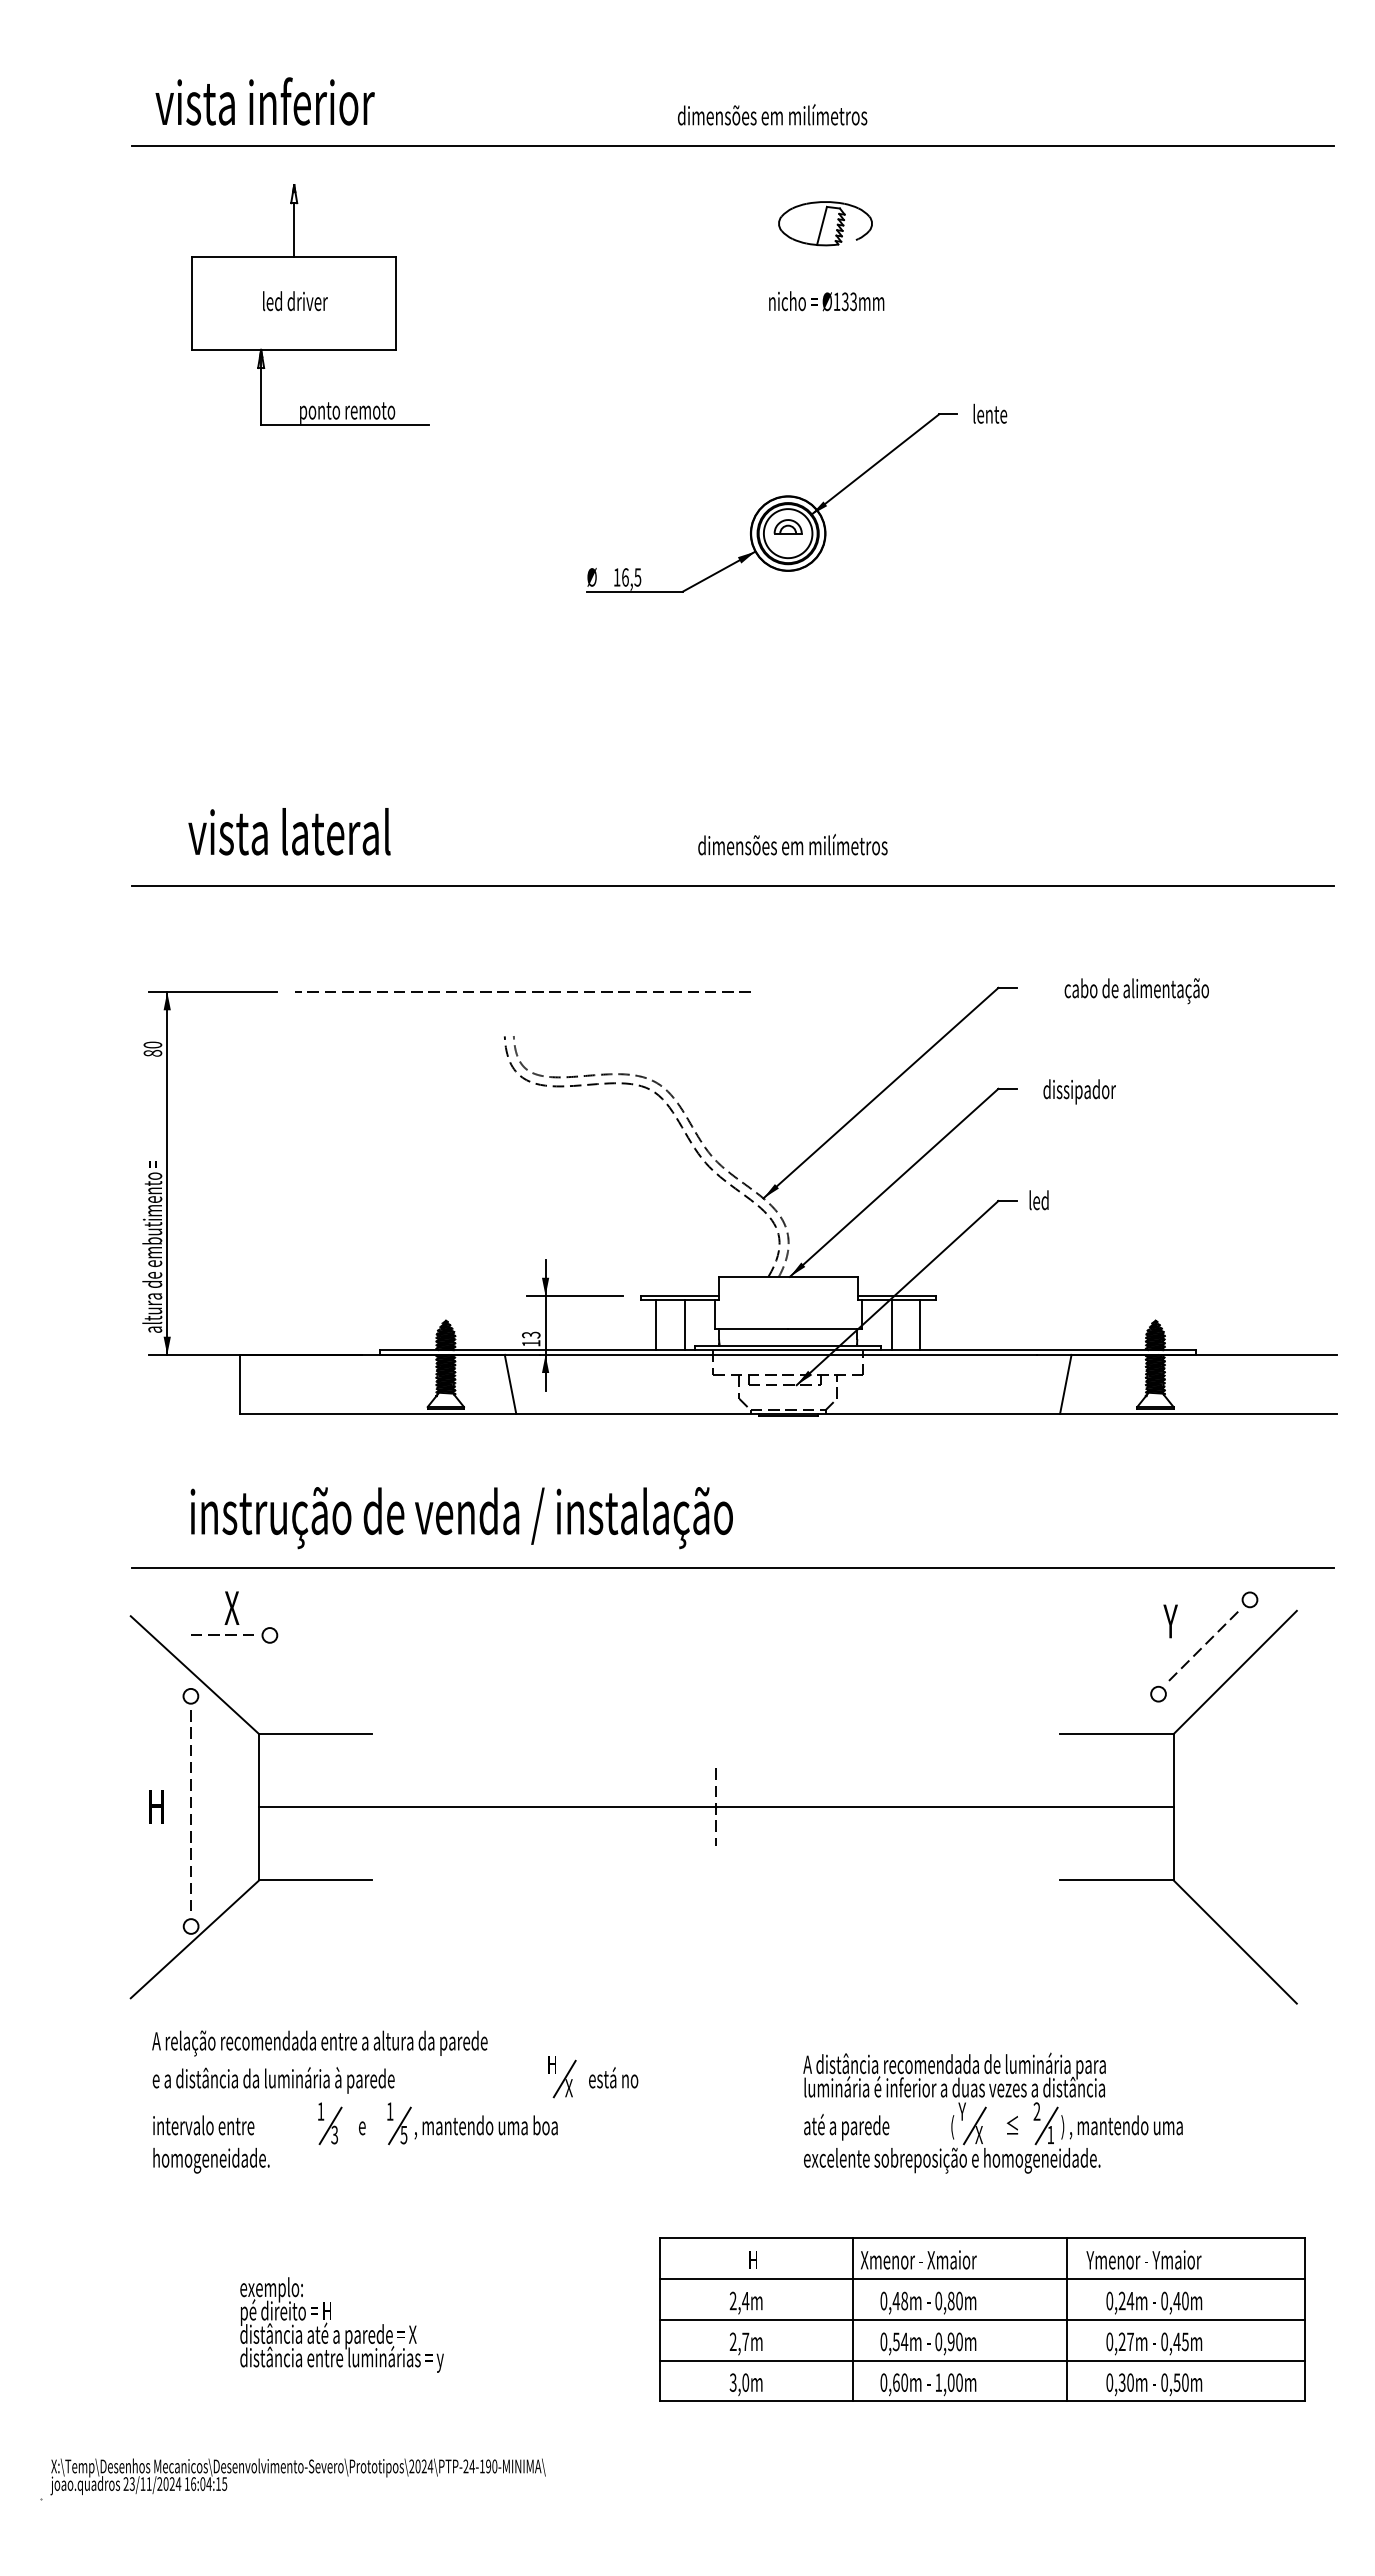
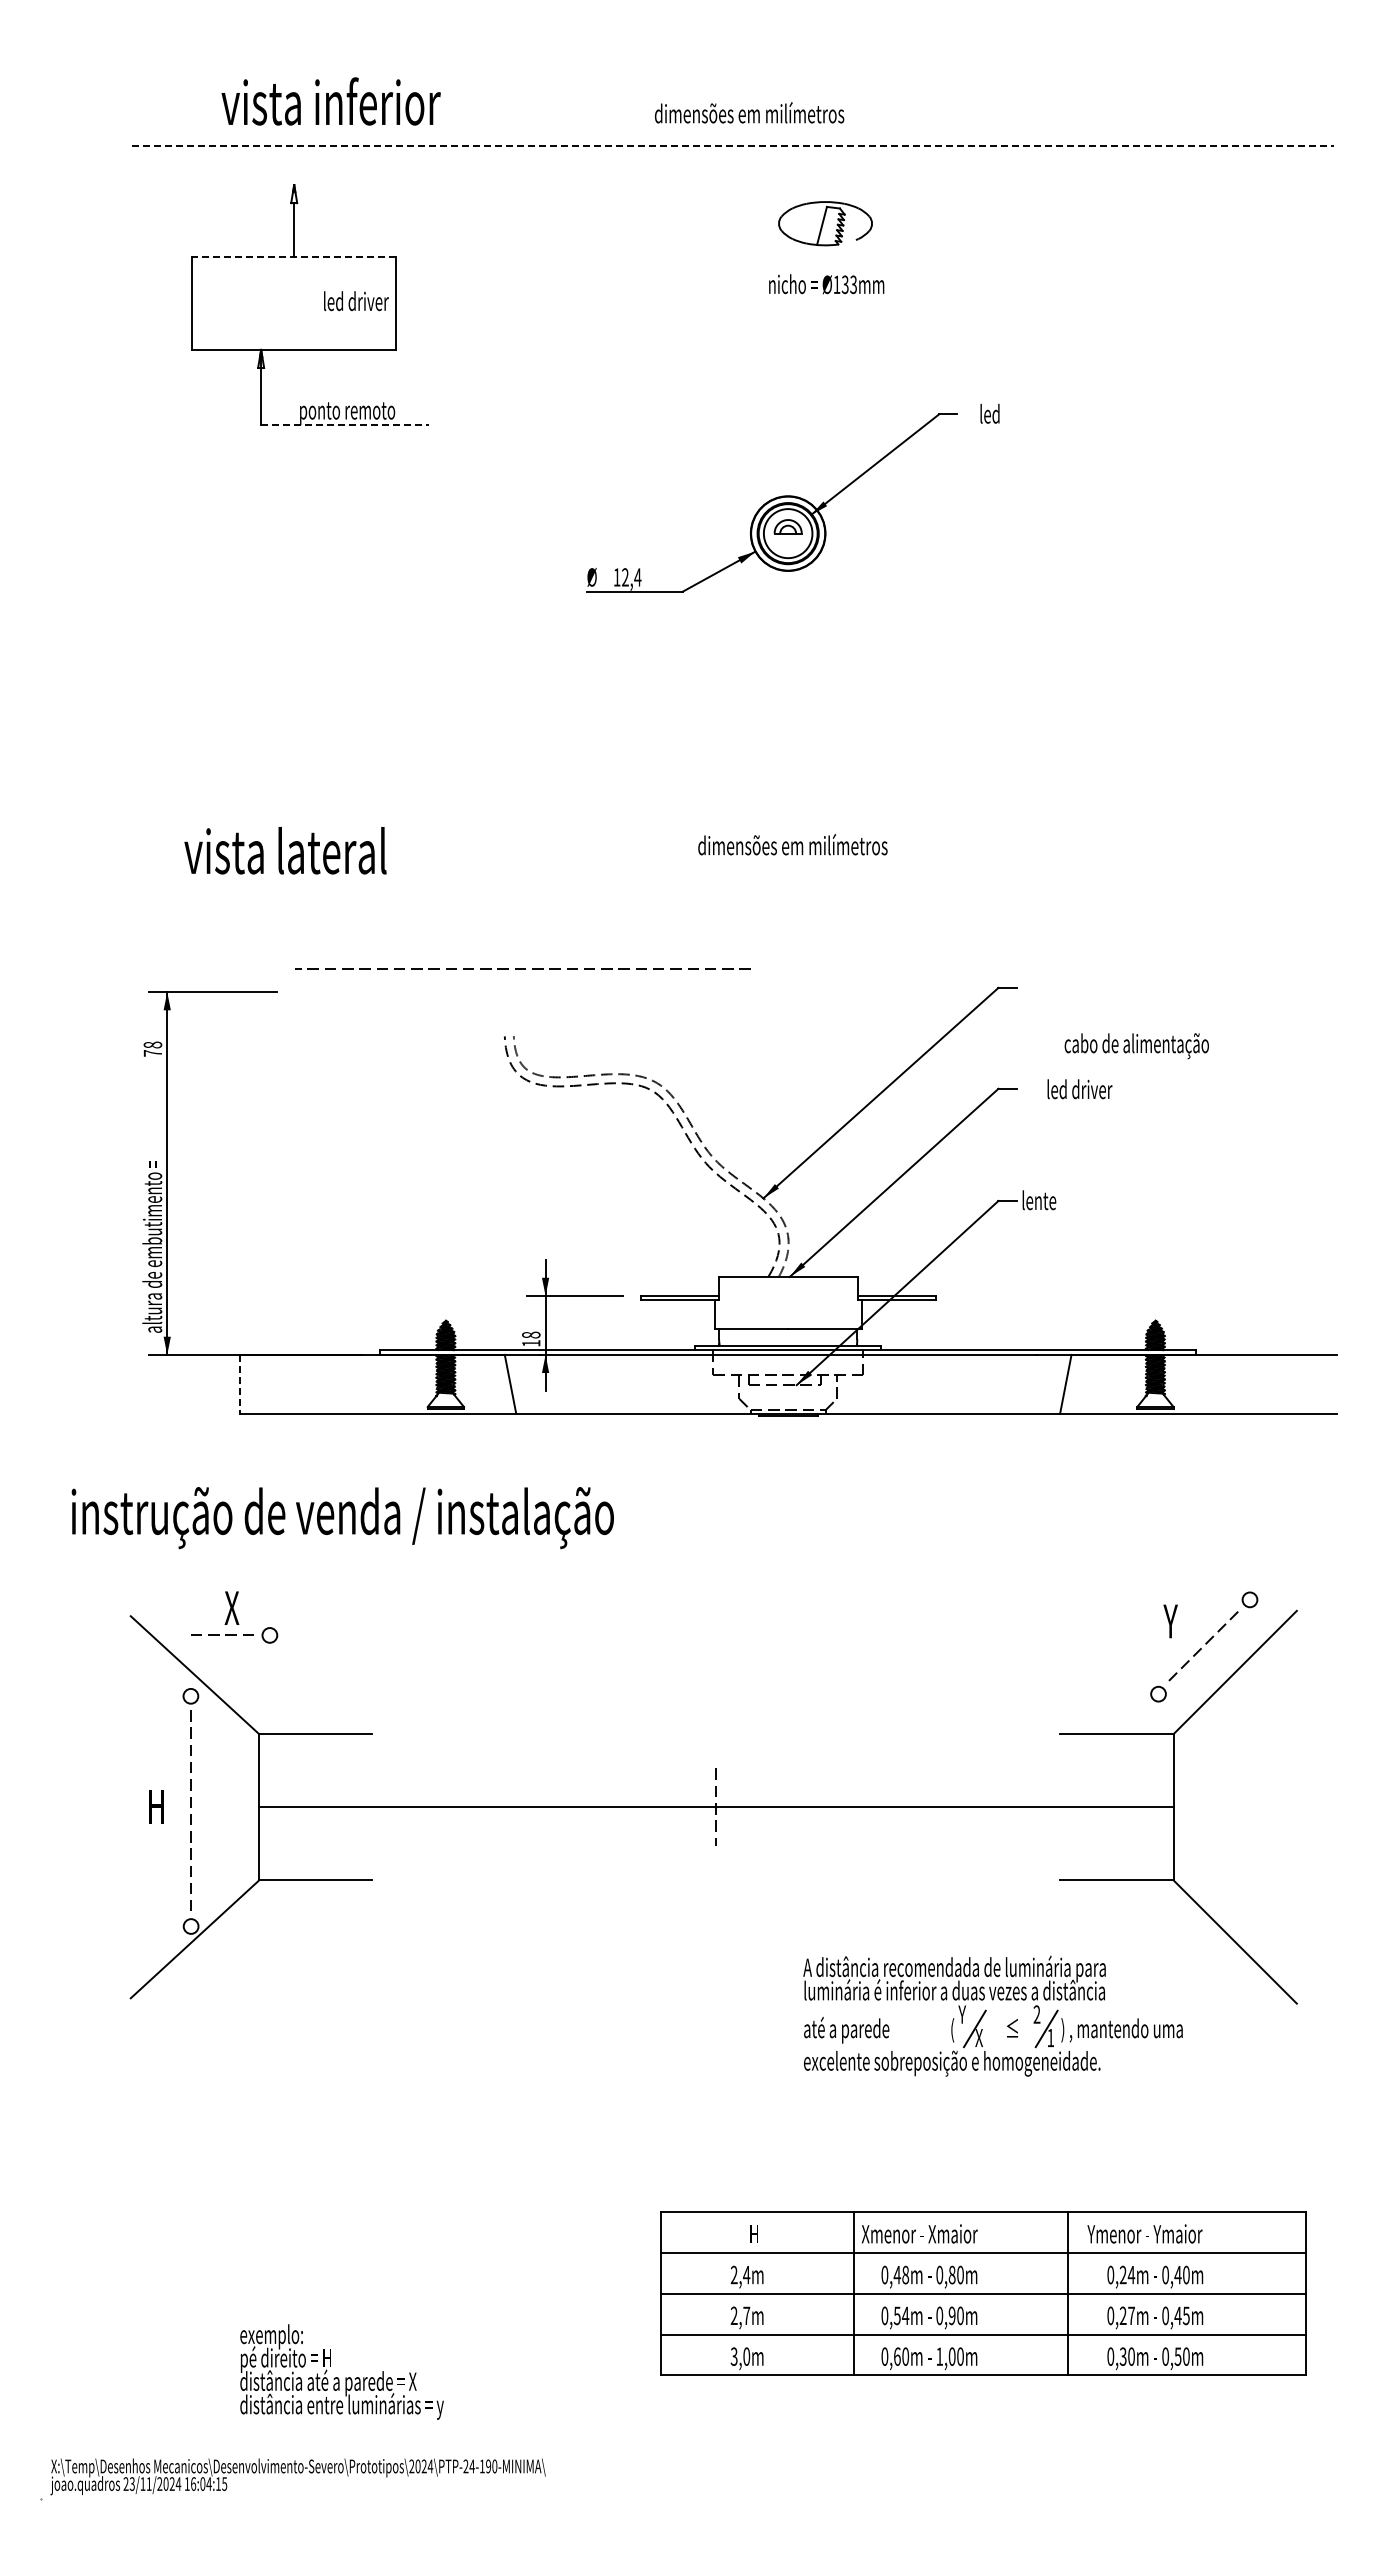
text at (264, 101) position: (264, 101) -> (330, 101)
text at (772, 114) position: (772, 114) -> (749, 112)
line at (732, 145): solid -> dashed
line at (293, 256): solid -> dashed
text at (295, 301) position: (295, 301) -> (356, 301)
text at (826, 301) position: (826, 301) -> (826, 284)
text at (990, 413): lente -> led
line at (345, 424): solid -> dashed
text at (631, 577): 16,5 -> 12,4
text at (289, 831) position: (289, 831) -> (285, 850)
line at (732, 885): present -> none
line at (522, 991) position: (522, 991) -> (522, 968)
text at (1136, 991) position: (1136, 991) -> (1136, 1046)
text at (152, 1048): 80 -> 78
text at (1079, 1091): dissipador -> led driver
text at (1039, 1200): led -> lente
line at (655, 1325): present -> none
line at (684, 1325): present -> none
line at (891, 1325): present -> none
line at (920, 1325): present -> none
text at (531, 1334): 13 -> 18
line at (239, 1384): solid -> dashed
text at (461, 1518) position: (461, 1518) -> (342, 1518)
line at (732, 1568): present -> none
part at (395, 2101): present -> none
part at (986, 2108) position: (986, 2108) -> (986, 2011)
part at (982, 2319) position: (982, 2319) -> (983, 2293)
text at (341, 2324) position: (341, 2324) -> (341, 2371)
